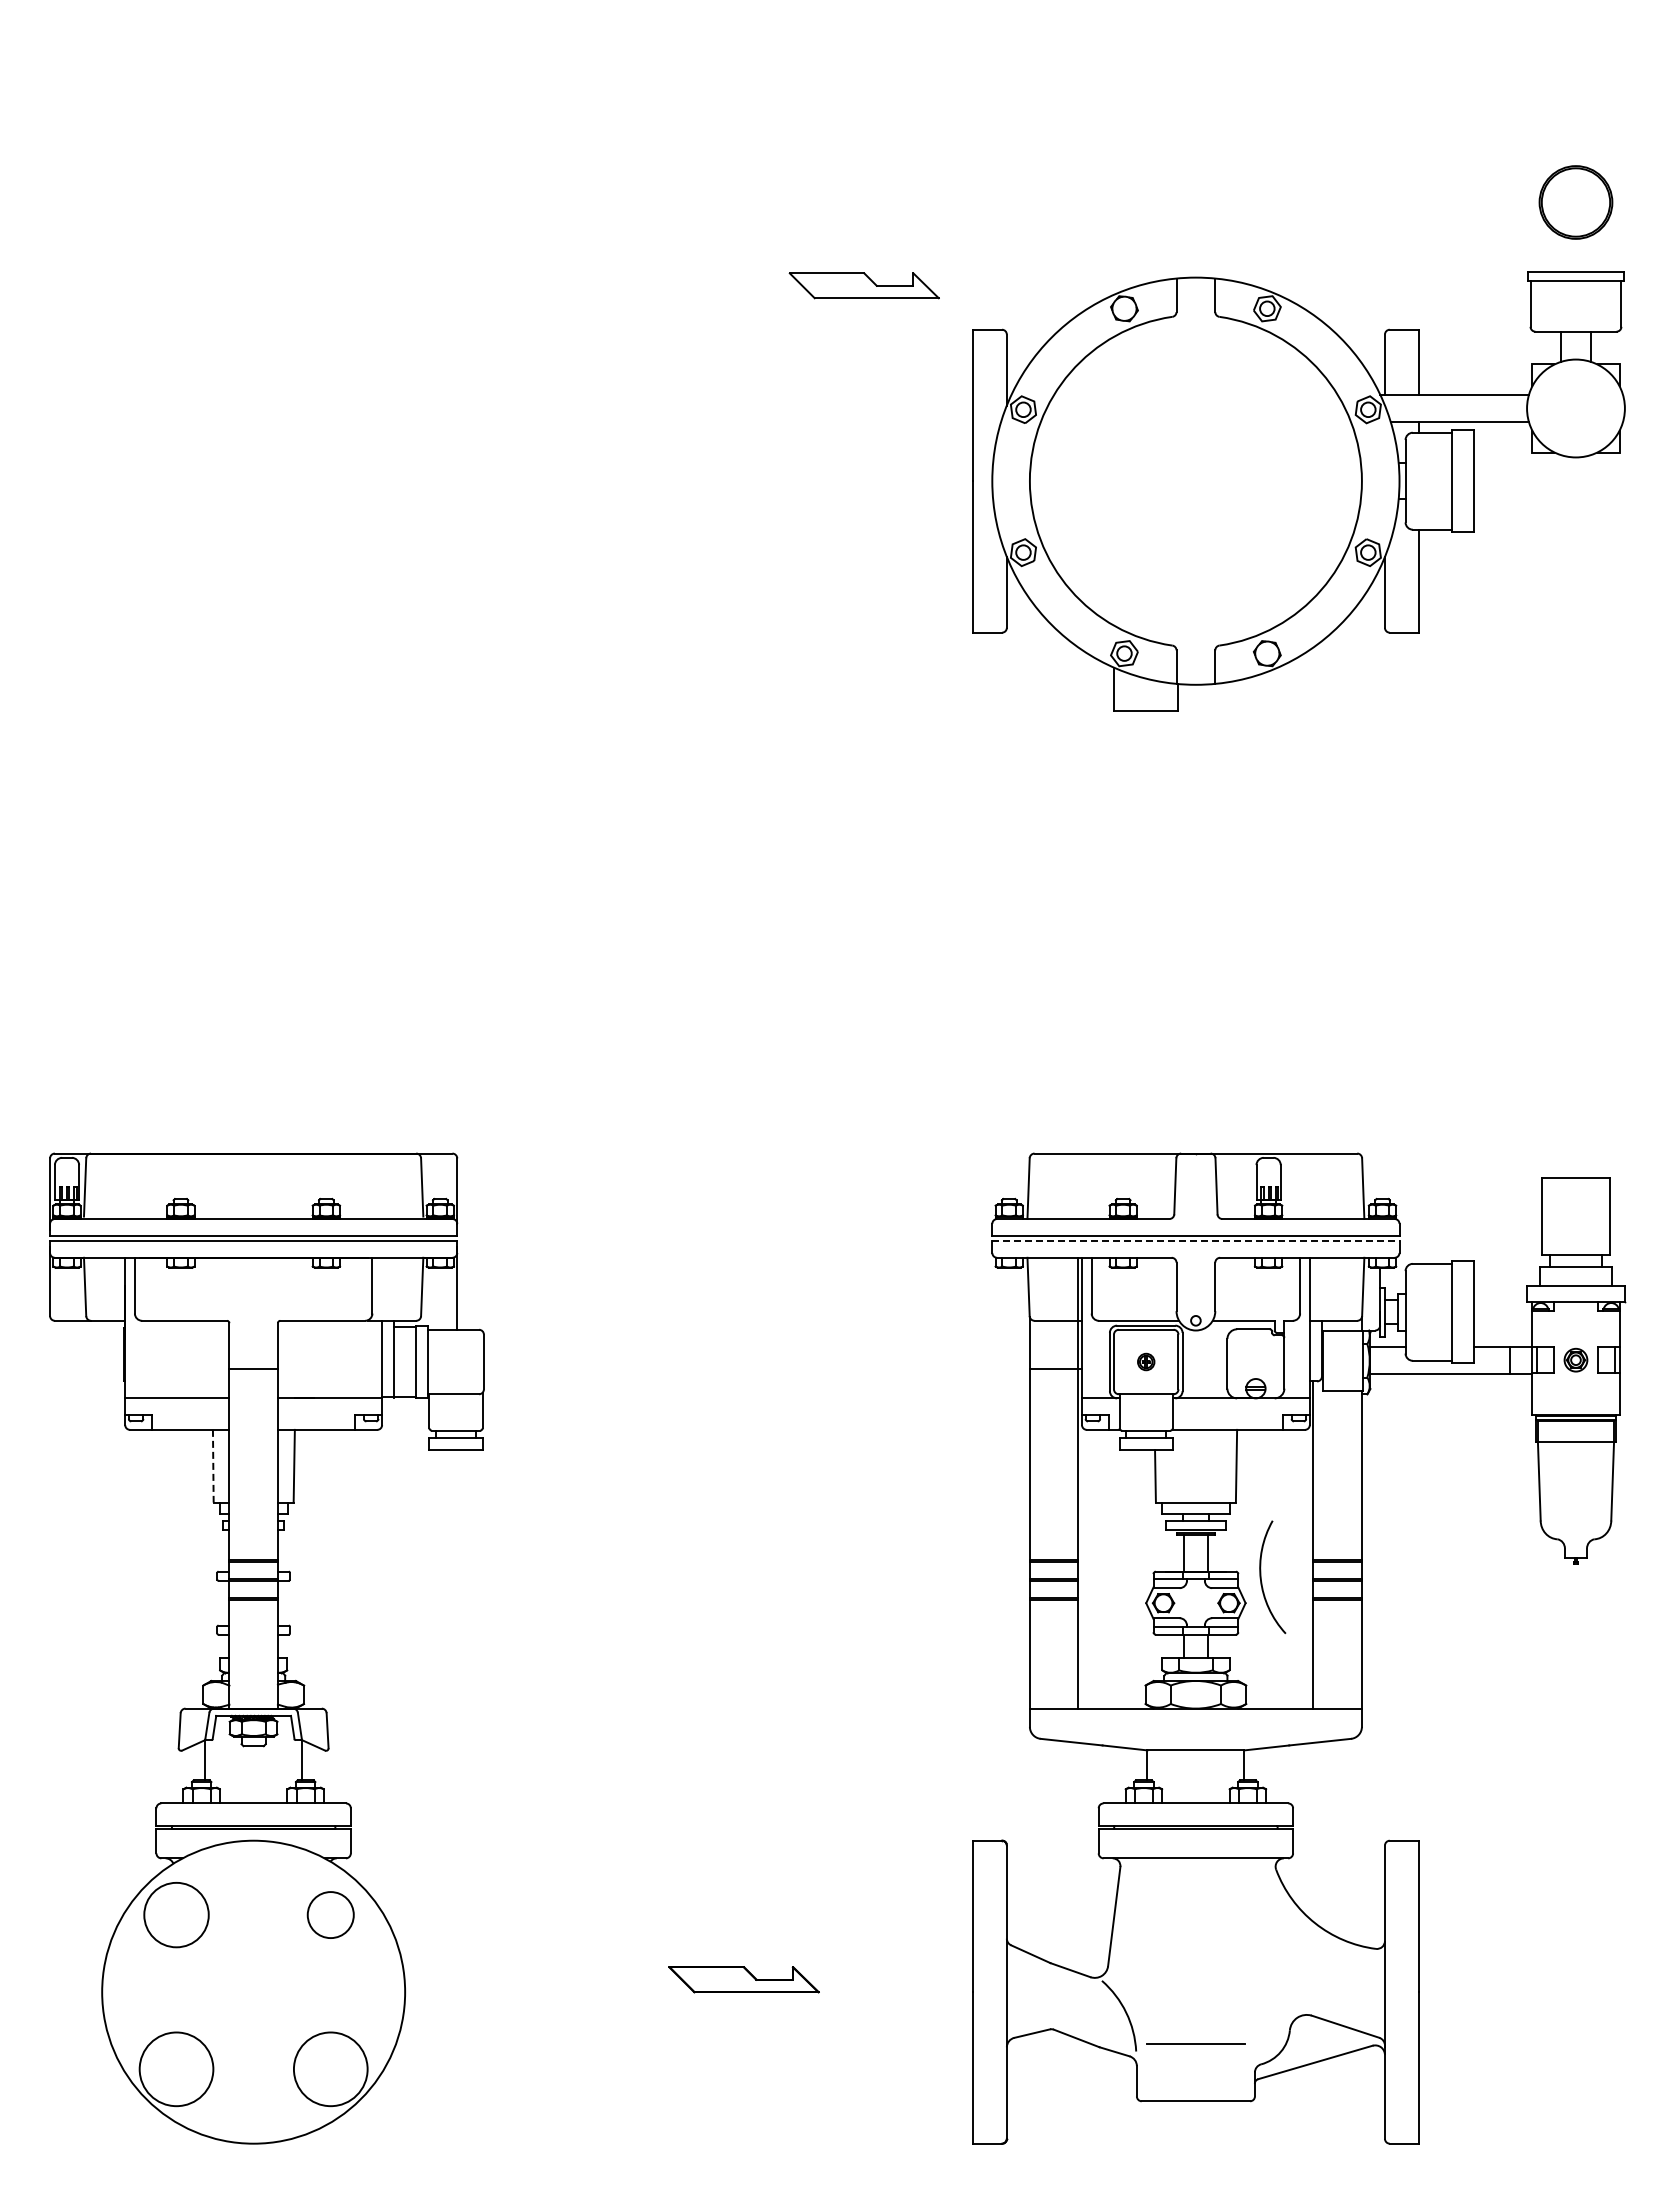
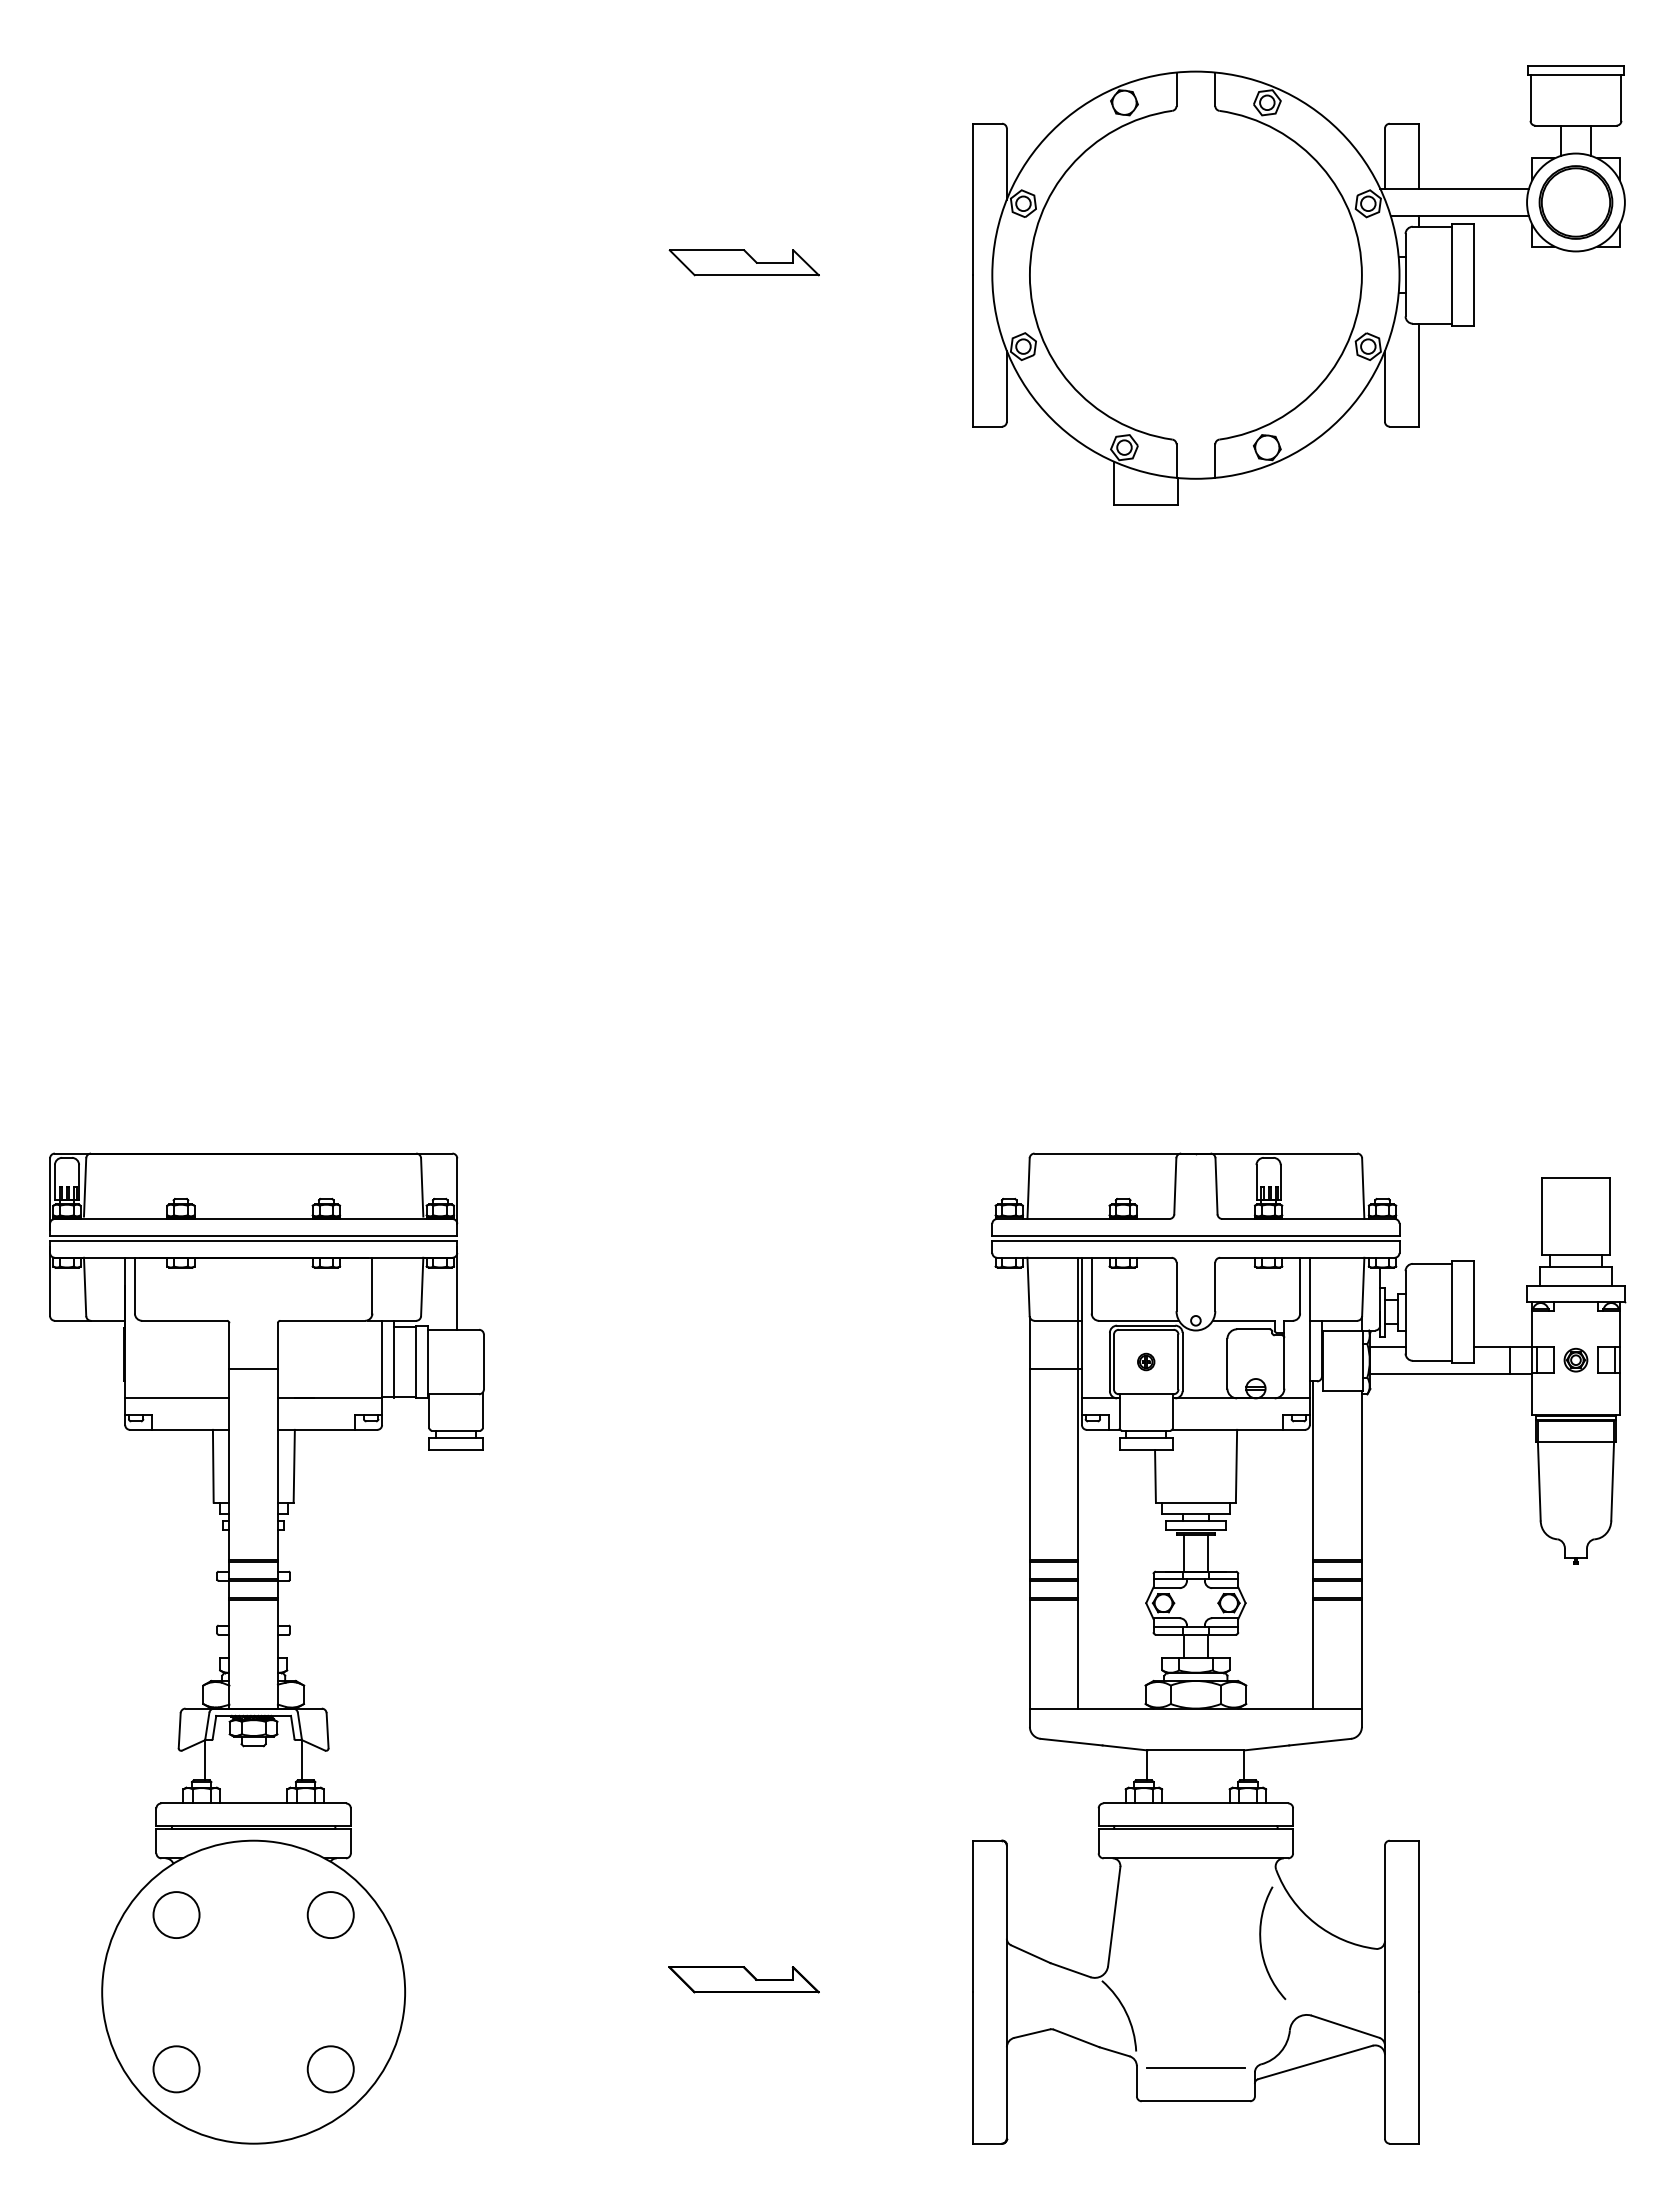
part at (863, 285) position: (863, 285) -> (743, 262)
part at (1298, 491) position: (1298, 491) -> (1298, 285)
line at (1195, 1240): dashed -> solid
line at (213, 1466): dashed -> solid
arc at (1261, 1576) position: (1261, 1576) -> (1261, 1942)
circle at (176, 1914) diameter: 64 px -> 46 px
line at (1195, 2043) position: (1195, 2043) -> (1195, 2067)
circle at (176, 2069) diameter: 74 px -> 46 px
circle at (330, 2069) diameter: 74 px -> 46 px
